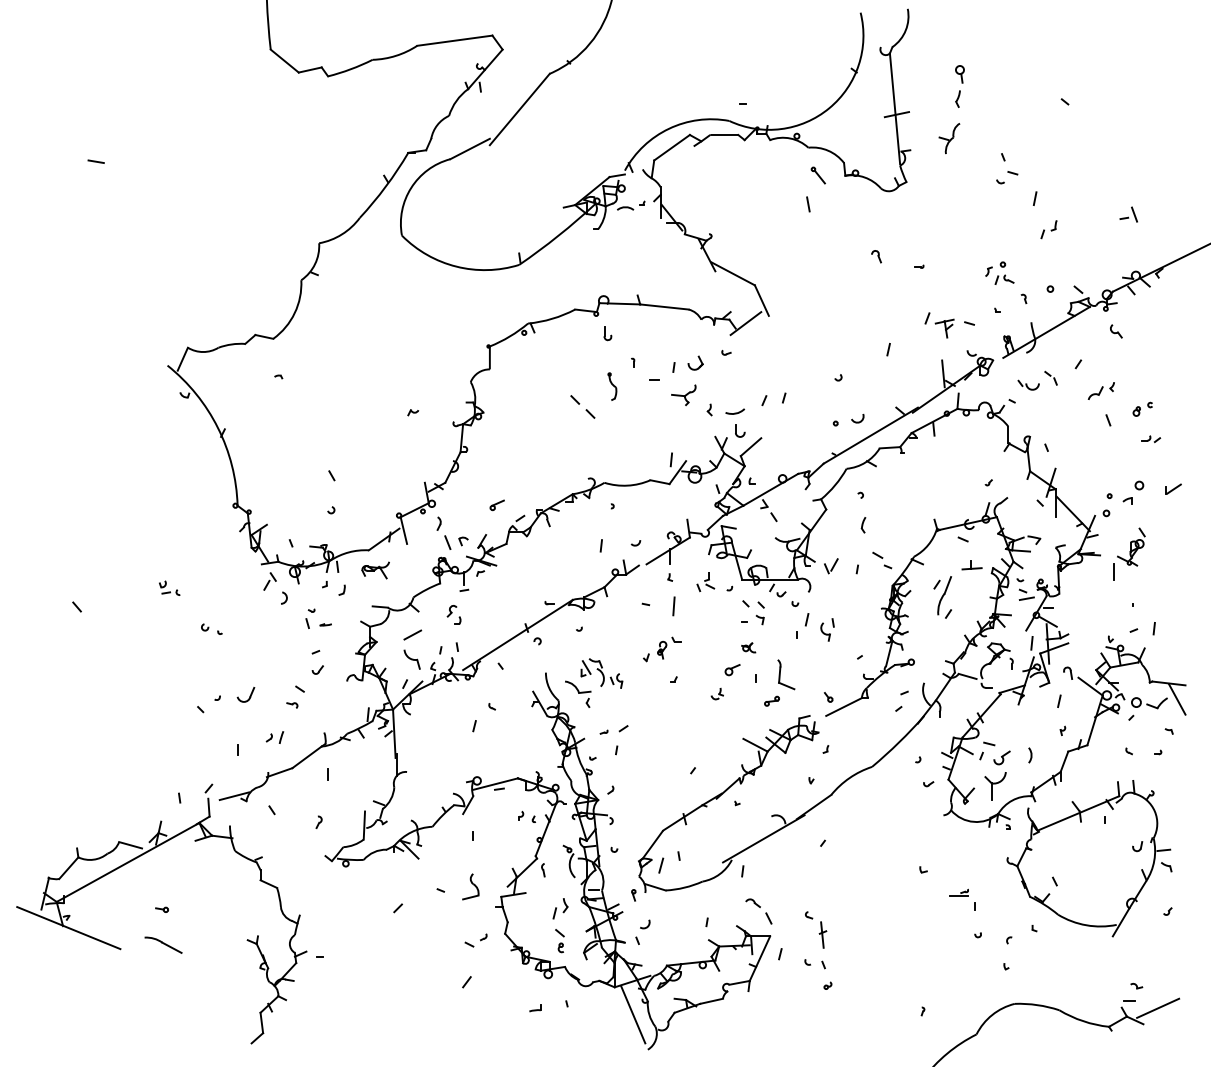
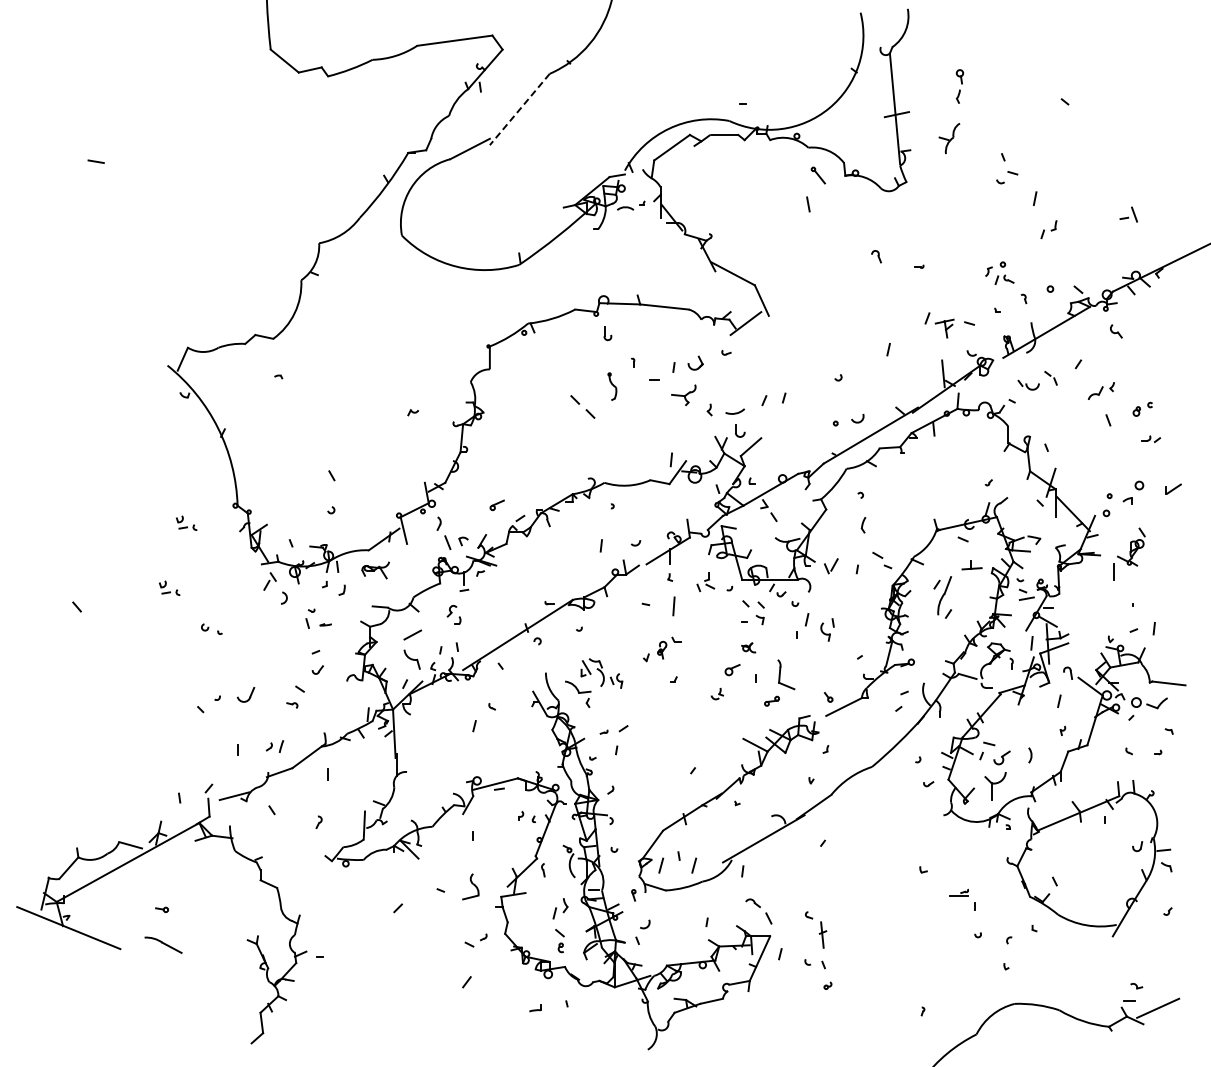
part at (959, 86) size: 10x43 px -> 10x35 px
line at (519, 109): solid -> dashed
part at (186, 522): none -> present
line at (1176, 699): present -> none
part at (274, 737) position: (274, 737) -> (274, 746)
line at (694, 865): none -> present
line at (633, 1014): present -> none
